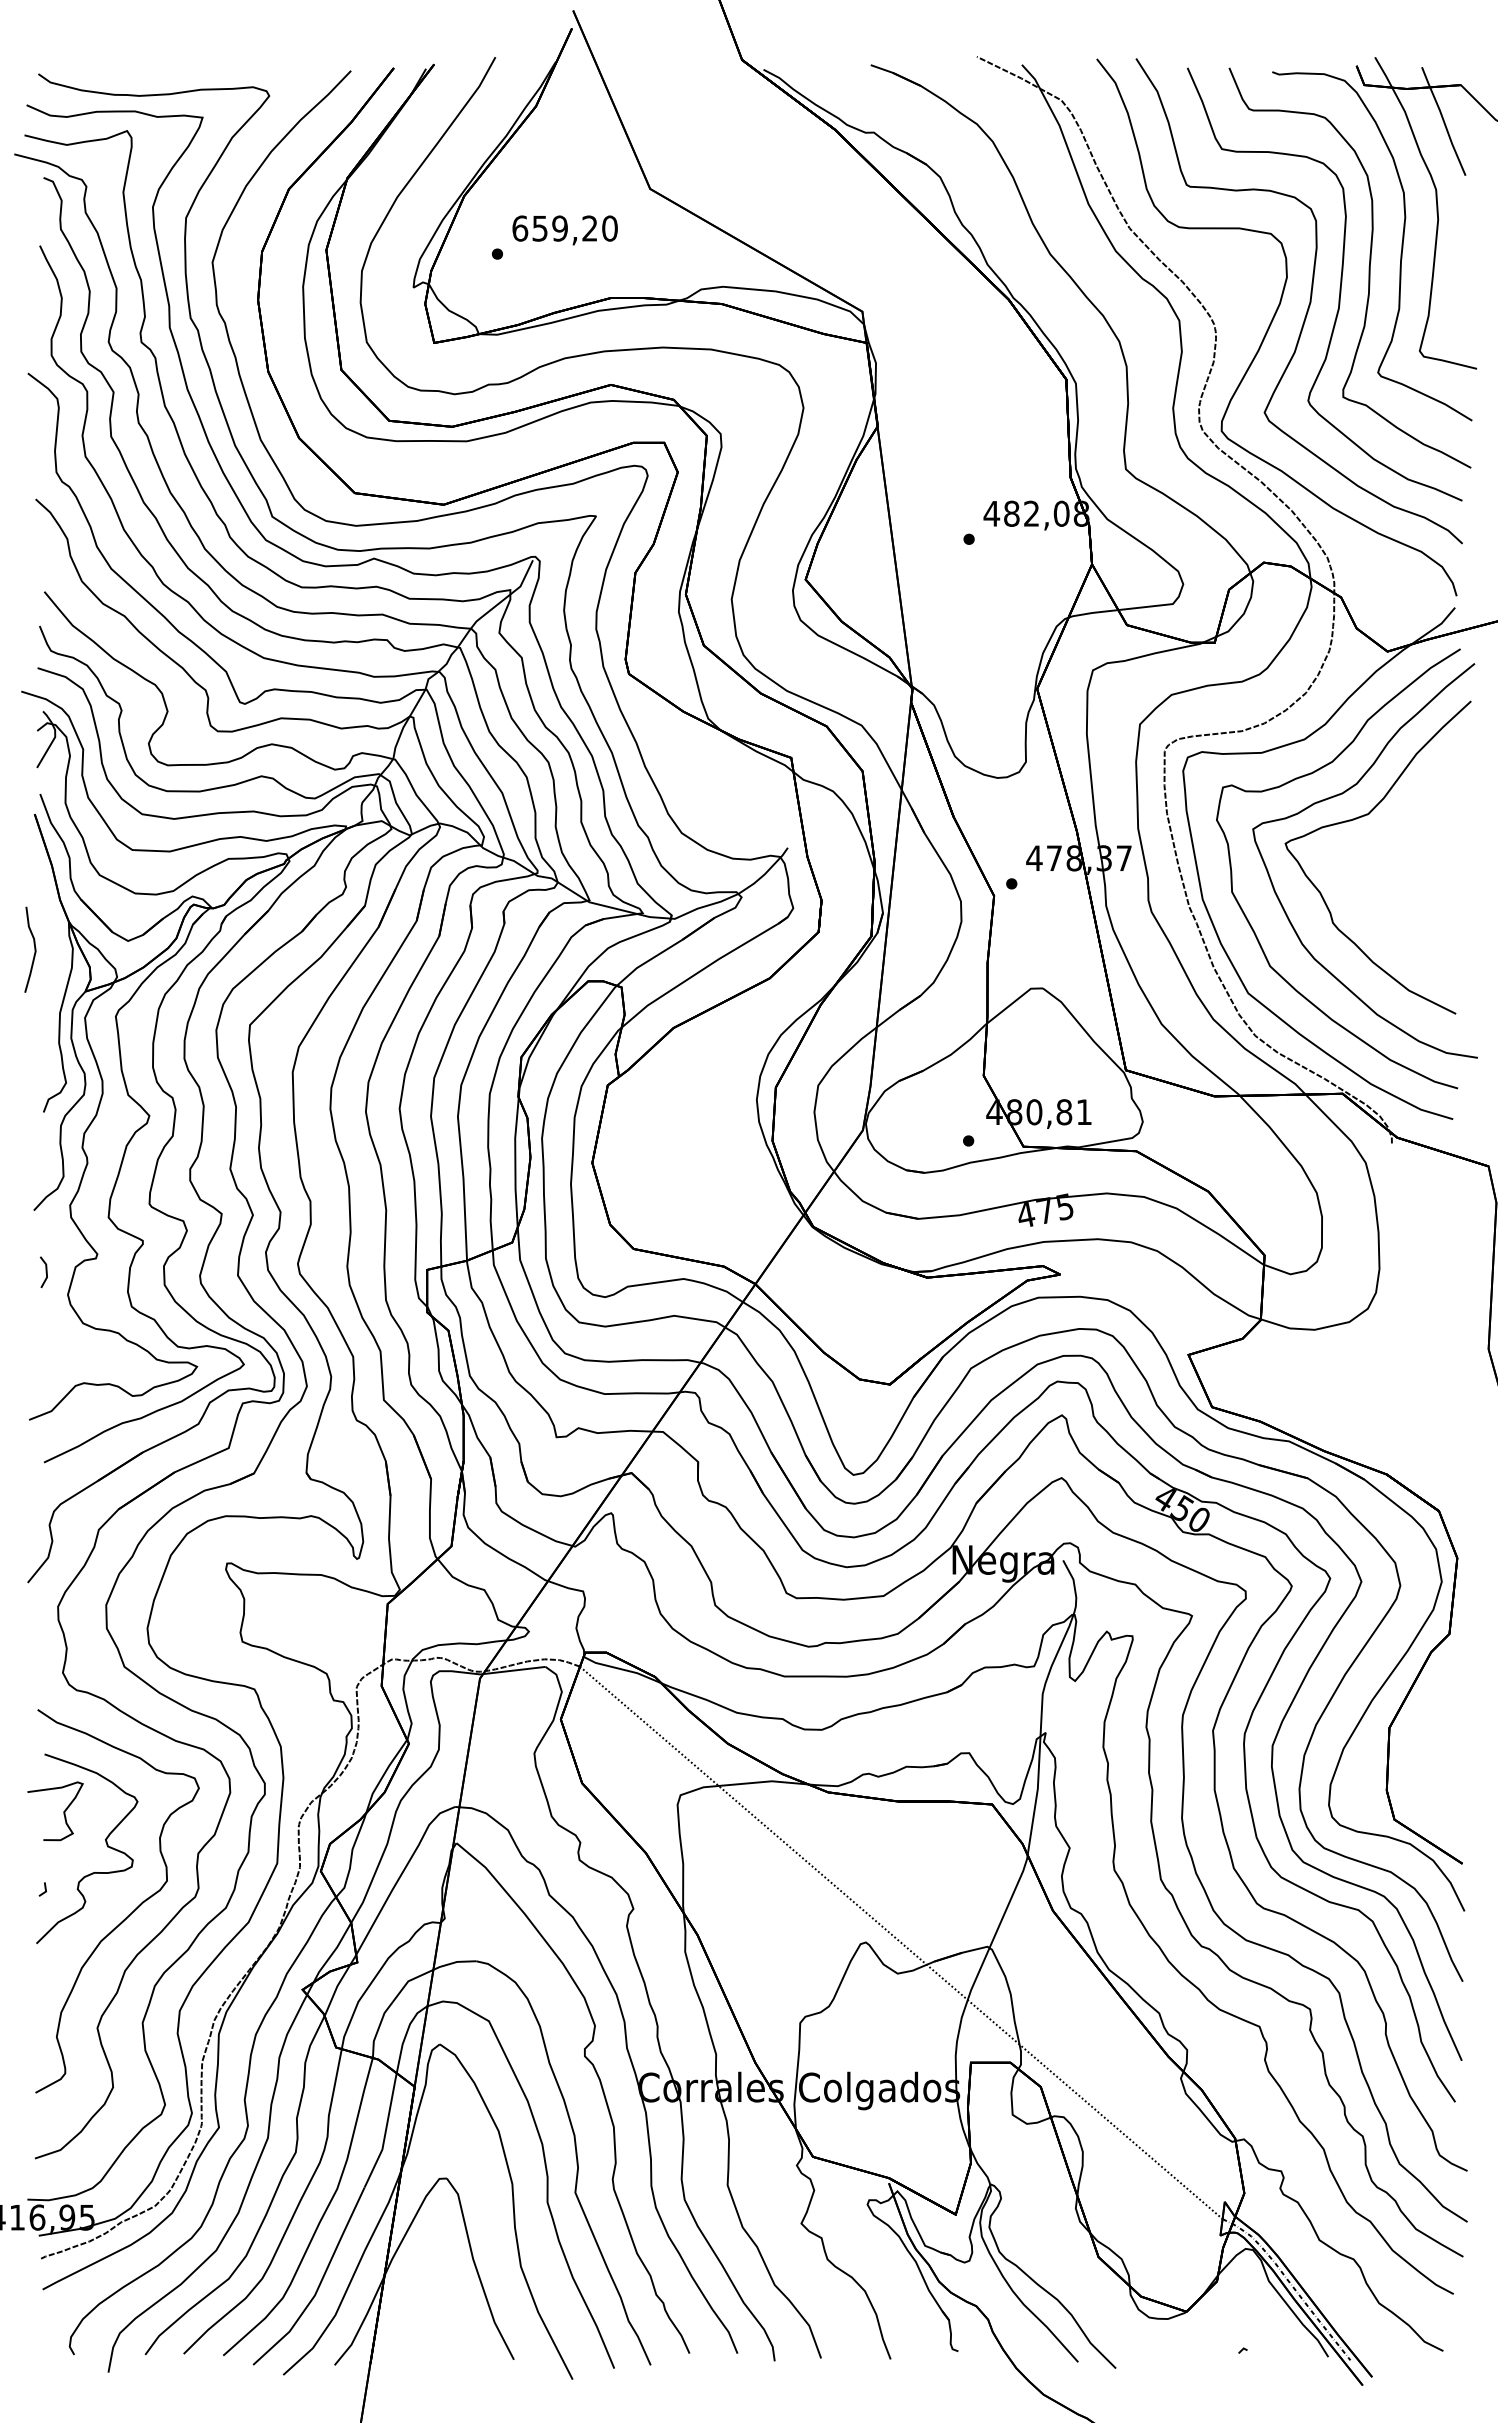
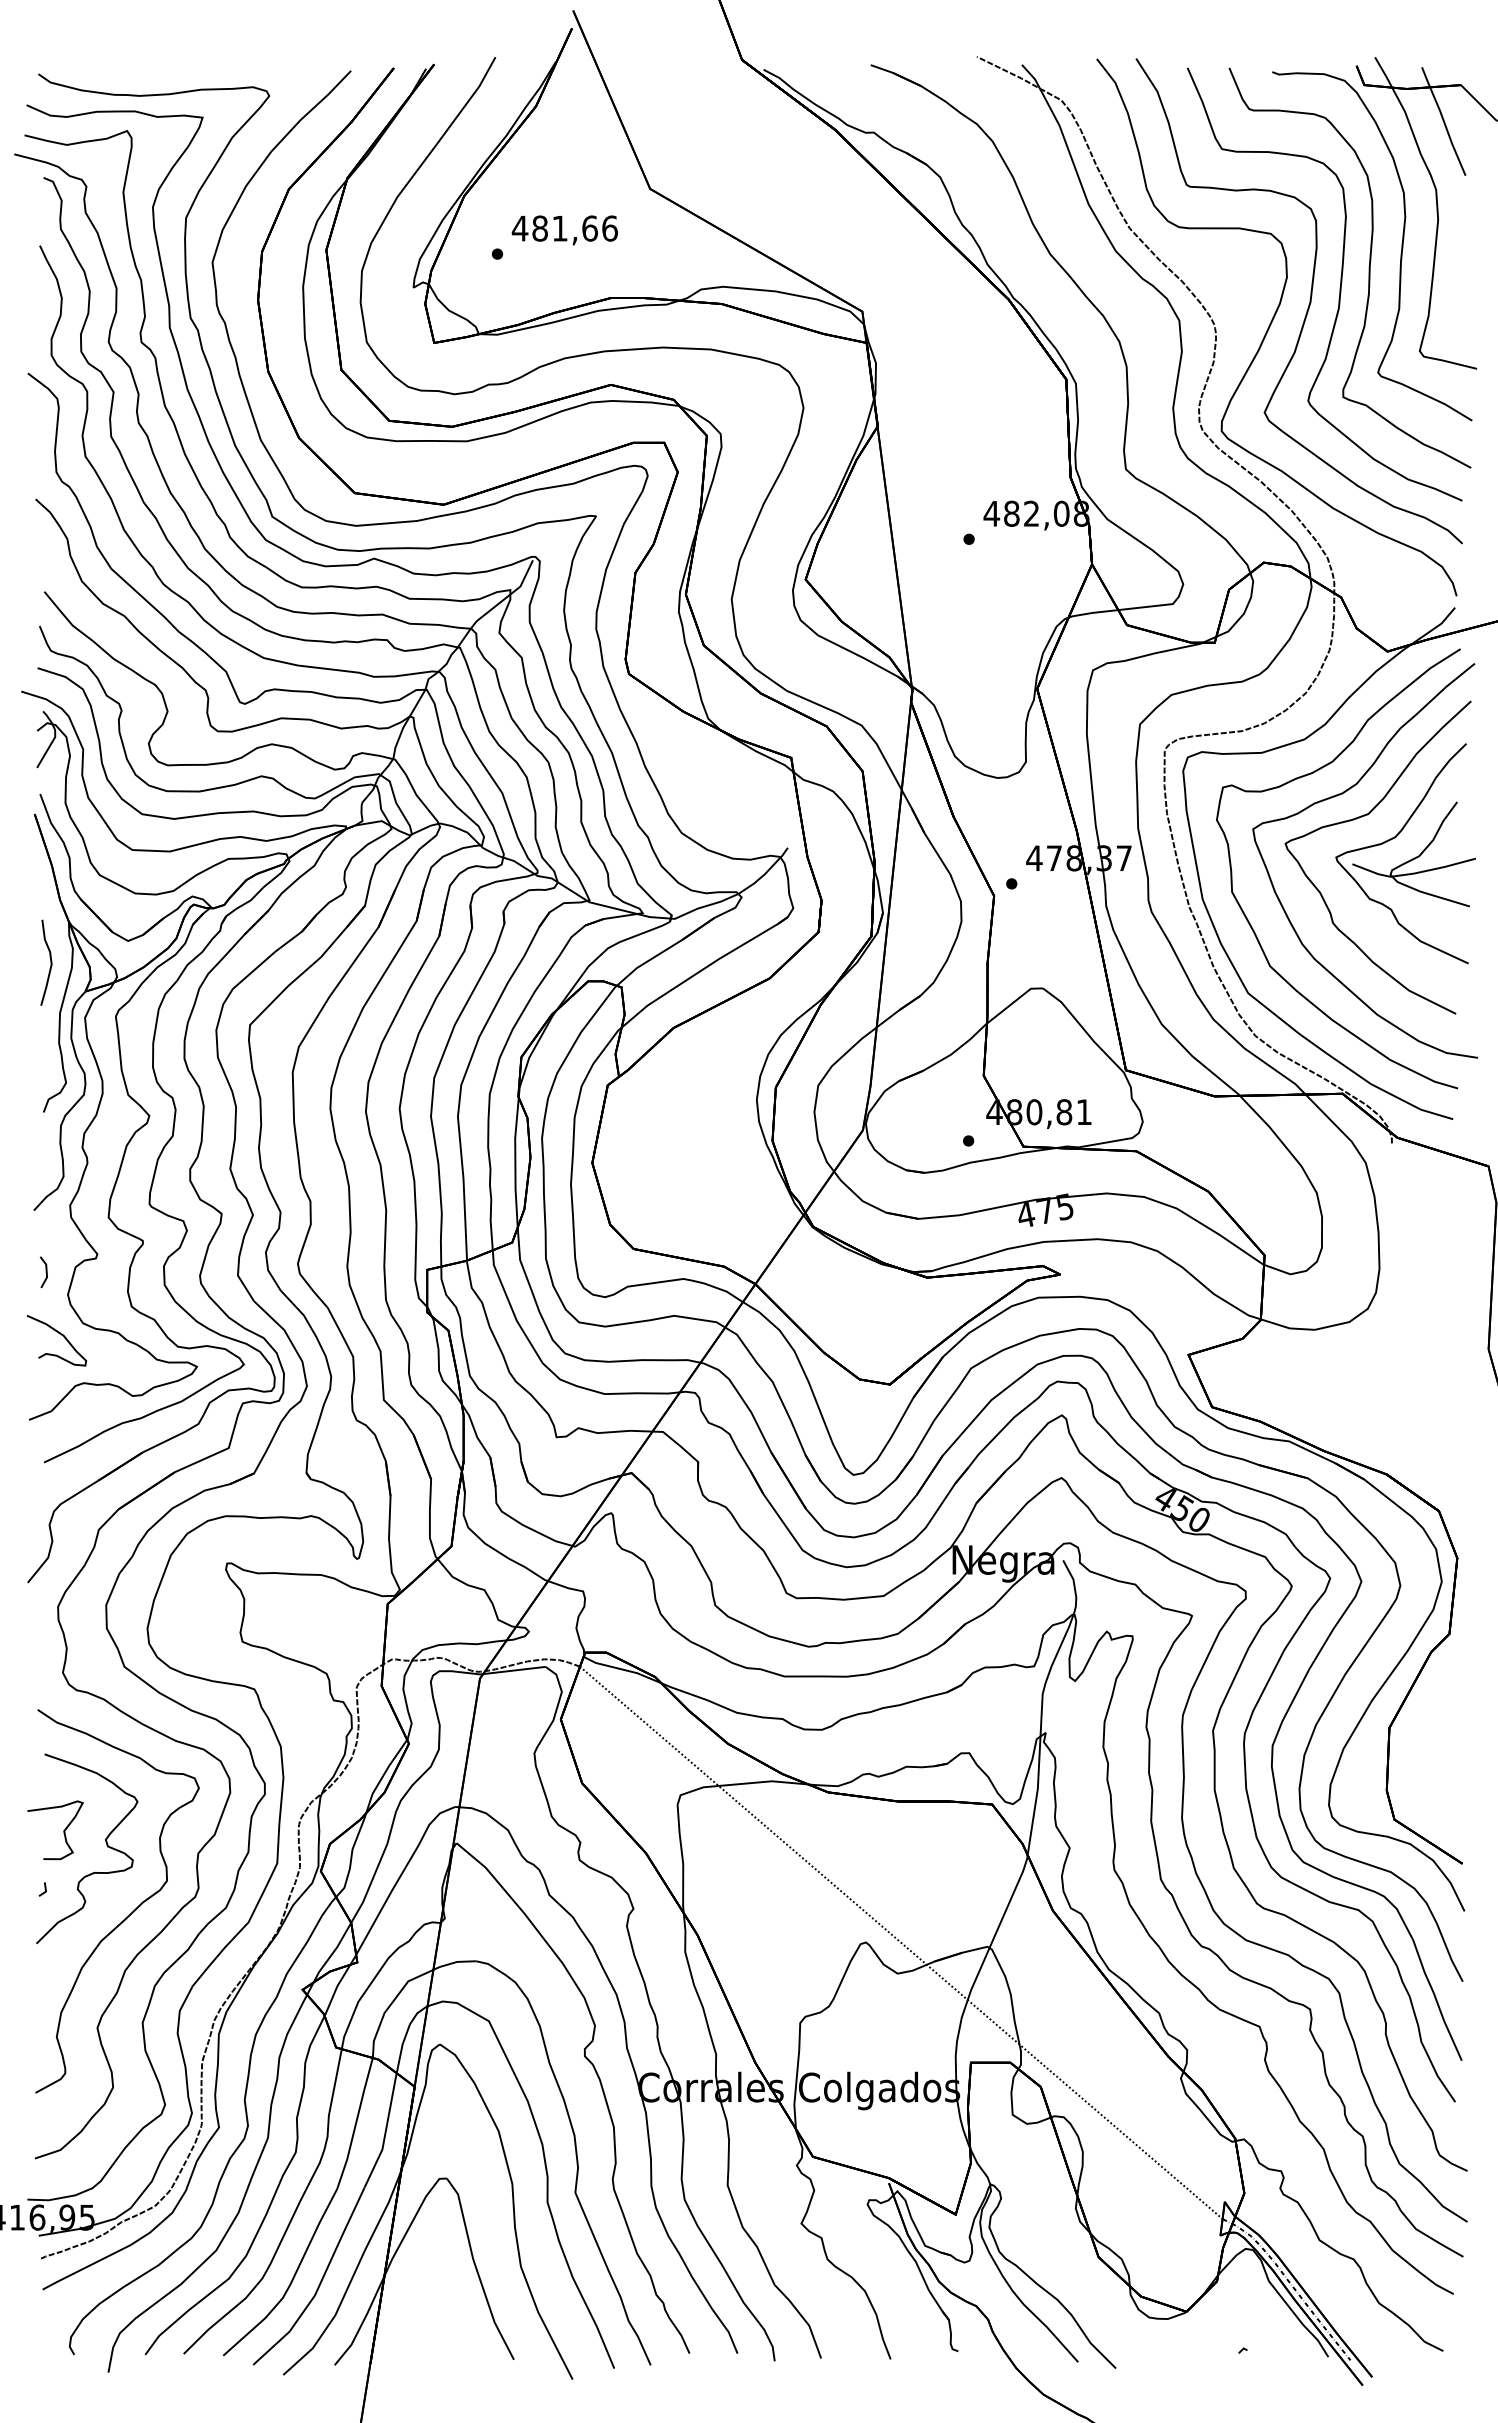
text at (564, 228): 659,20 -> 481,66
part at (1408, 860): none -> present
curve at (34, 949) position: (34, 949) -> (50, 962)
curve at (59, 1334): none -> present
curve at (63, 1811) position: (63, 1811) -> (63, 1830)
